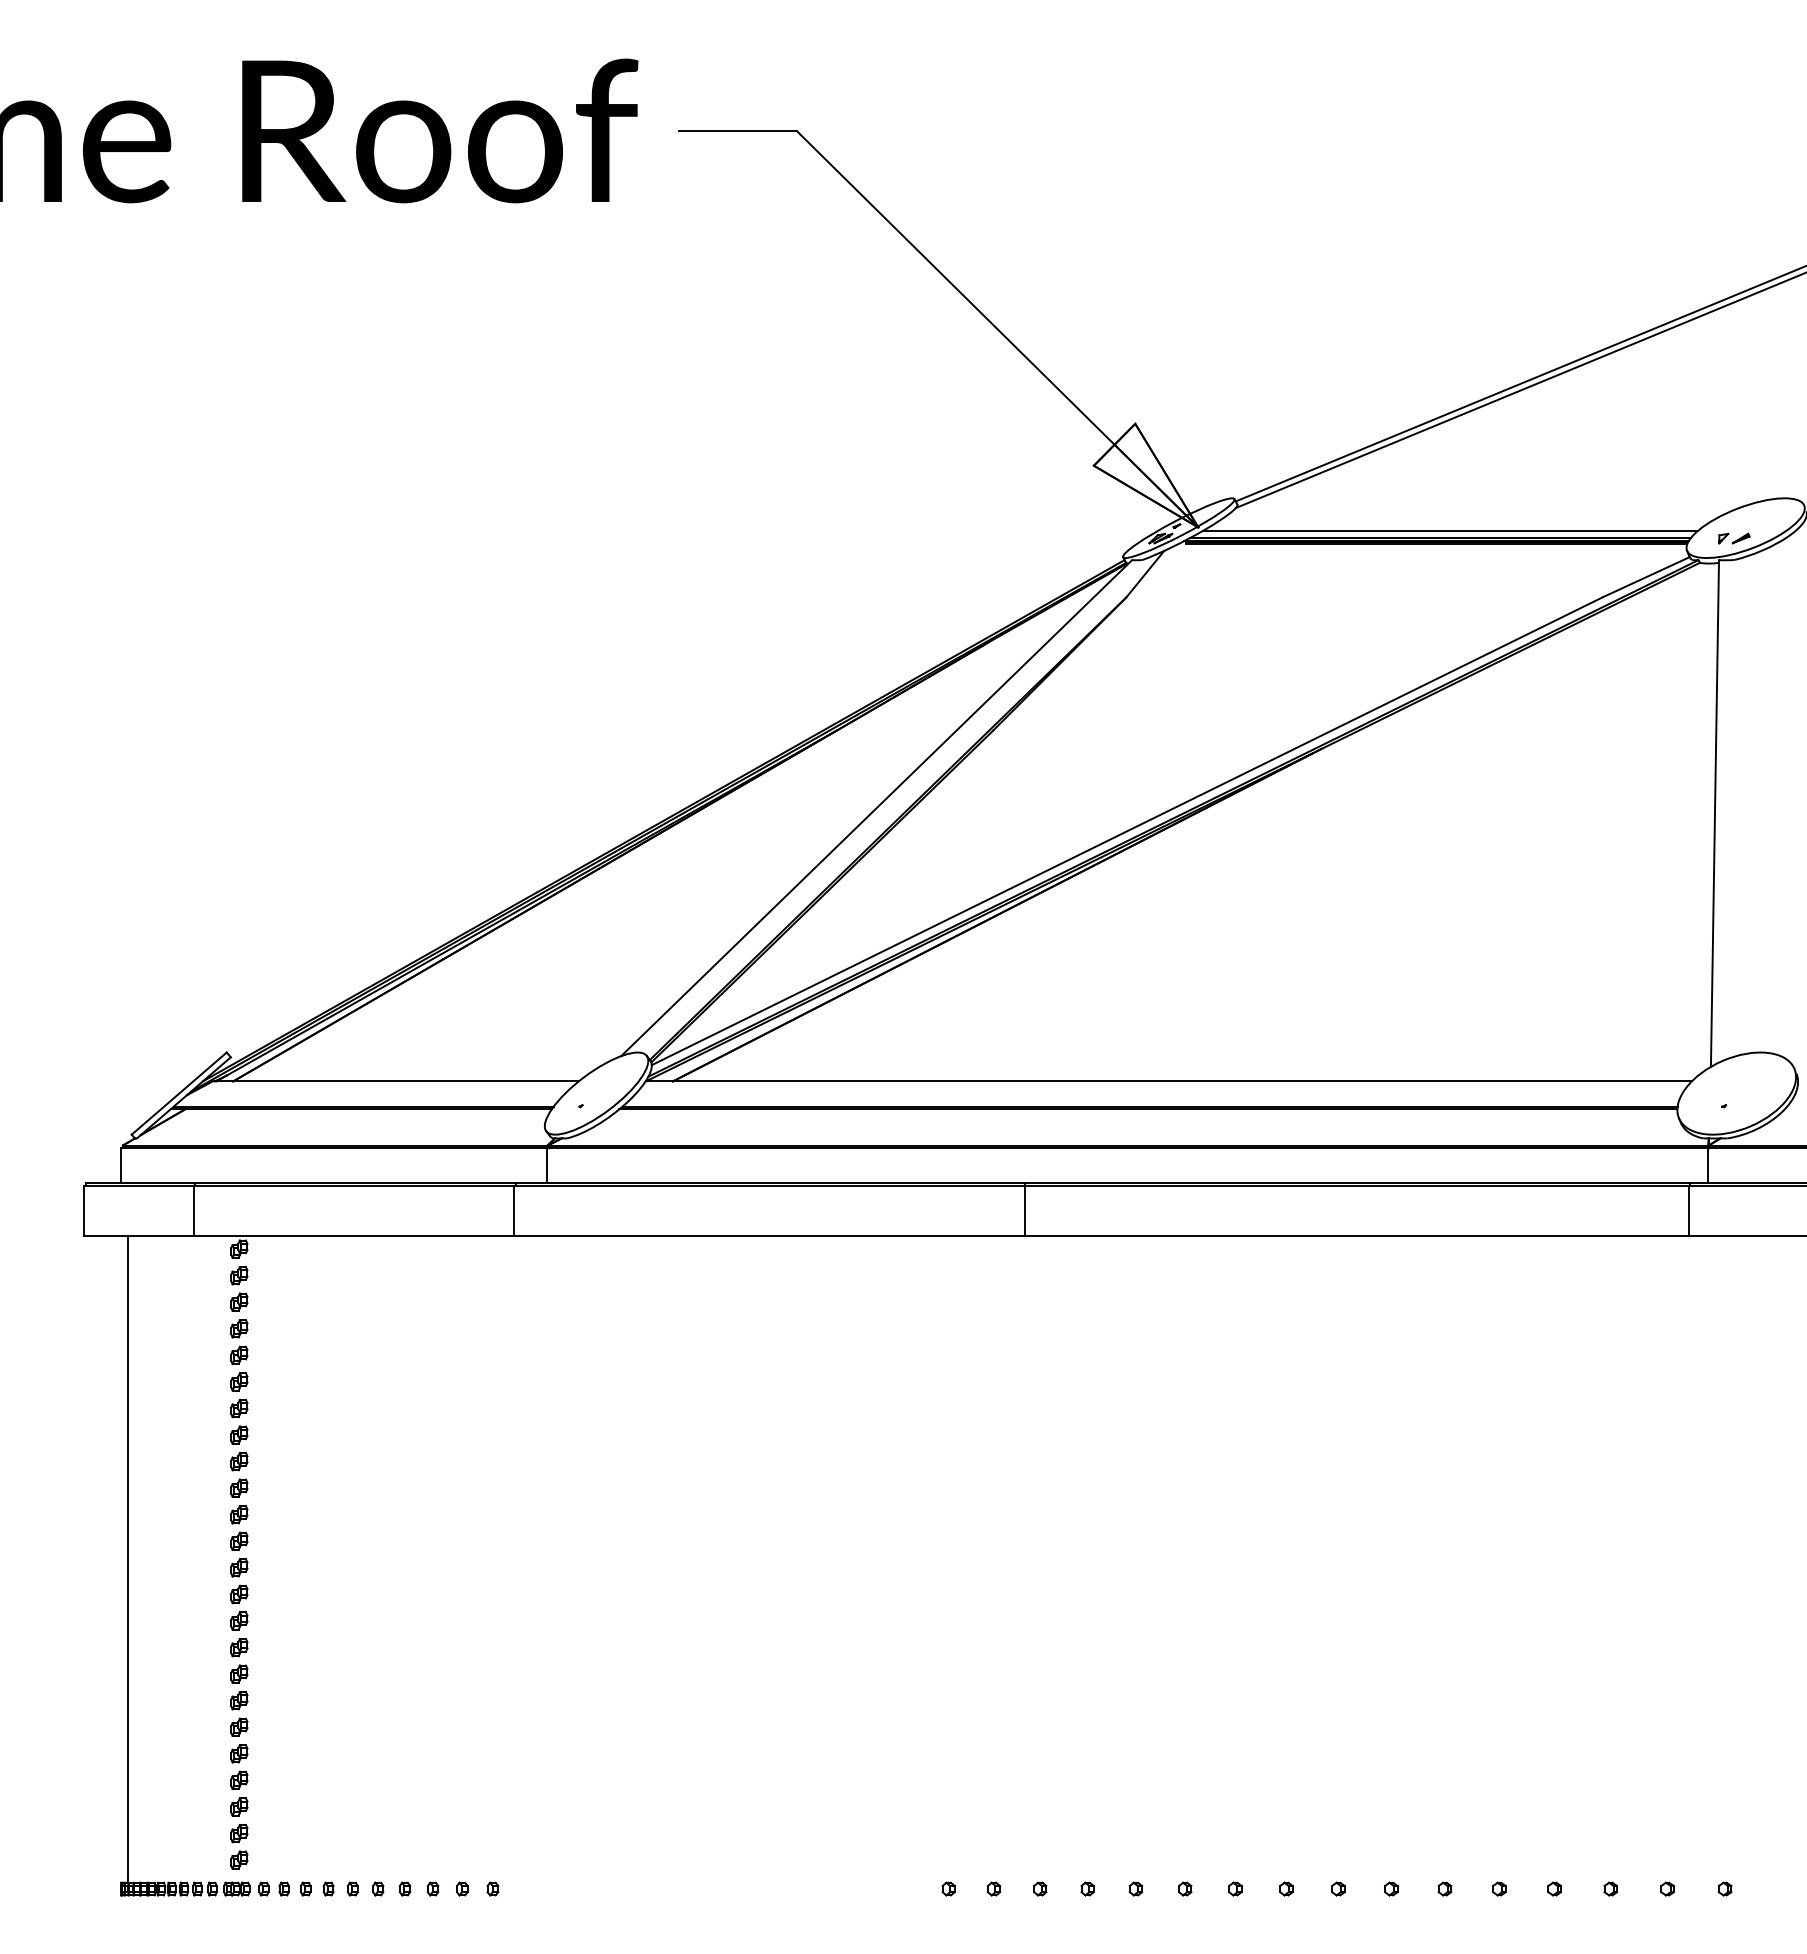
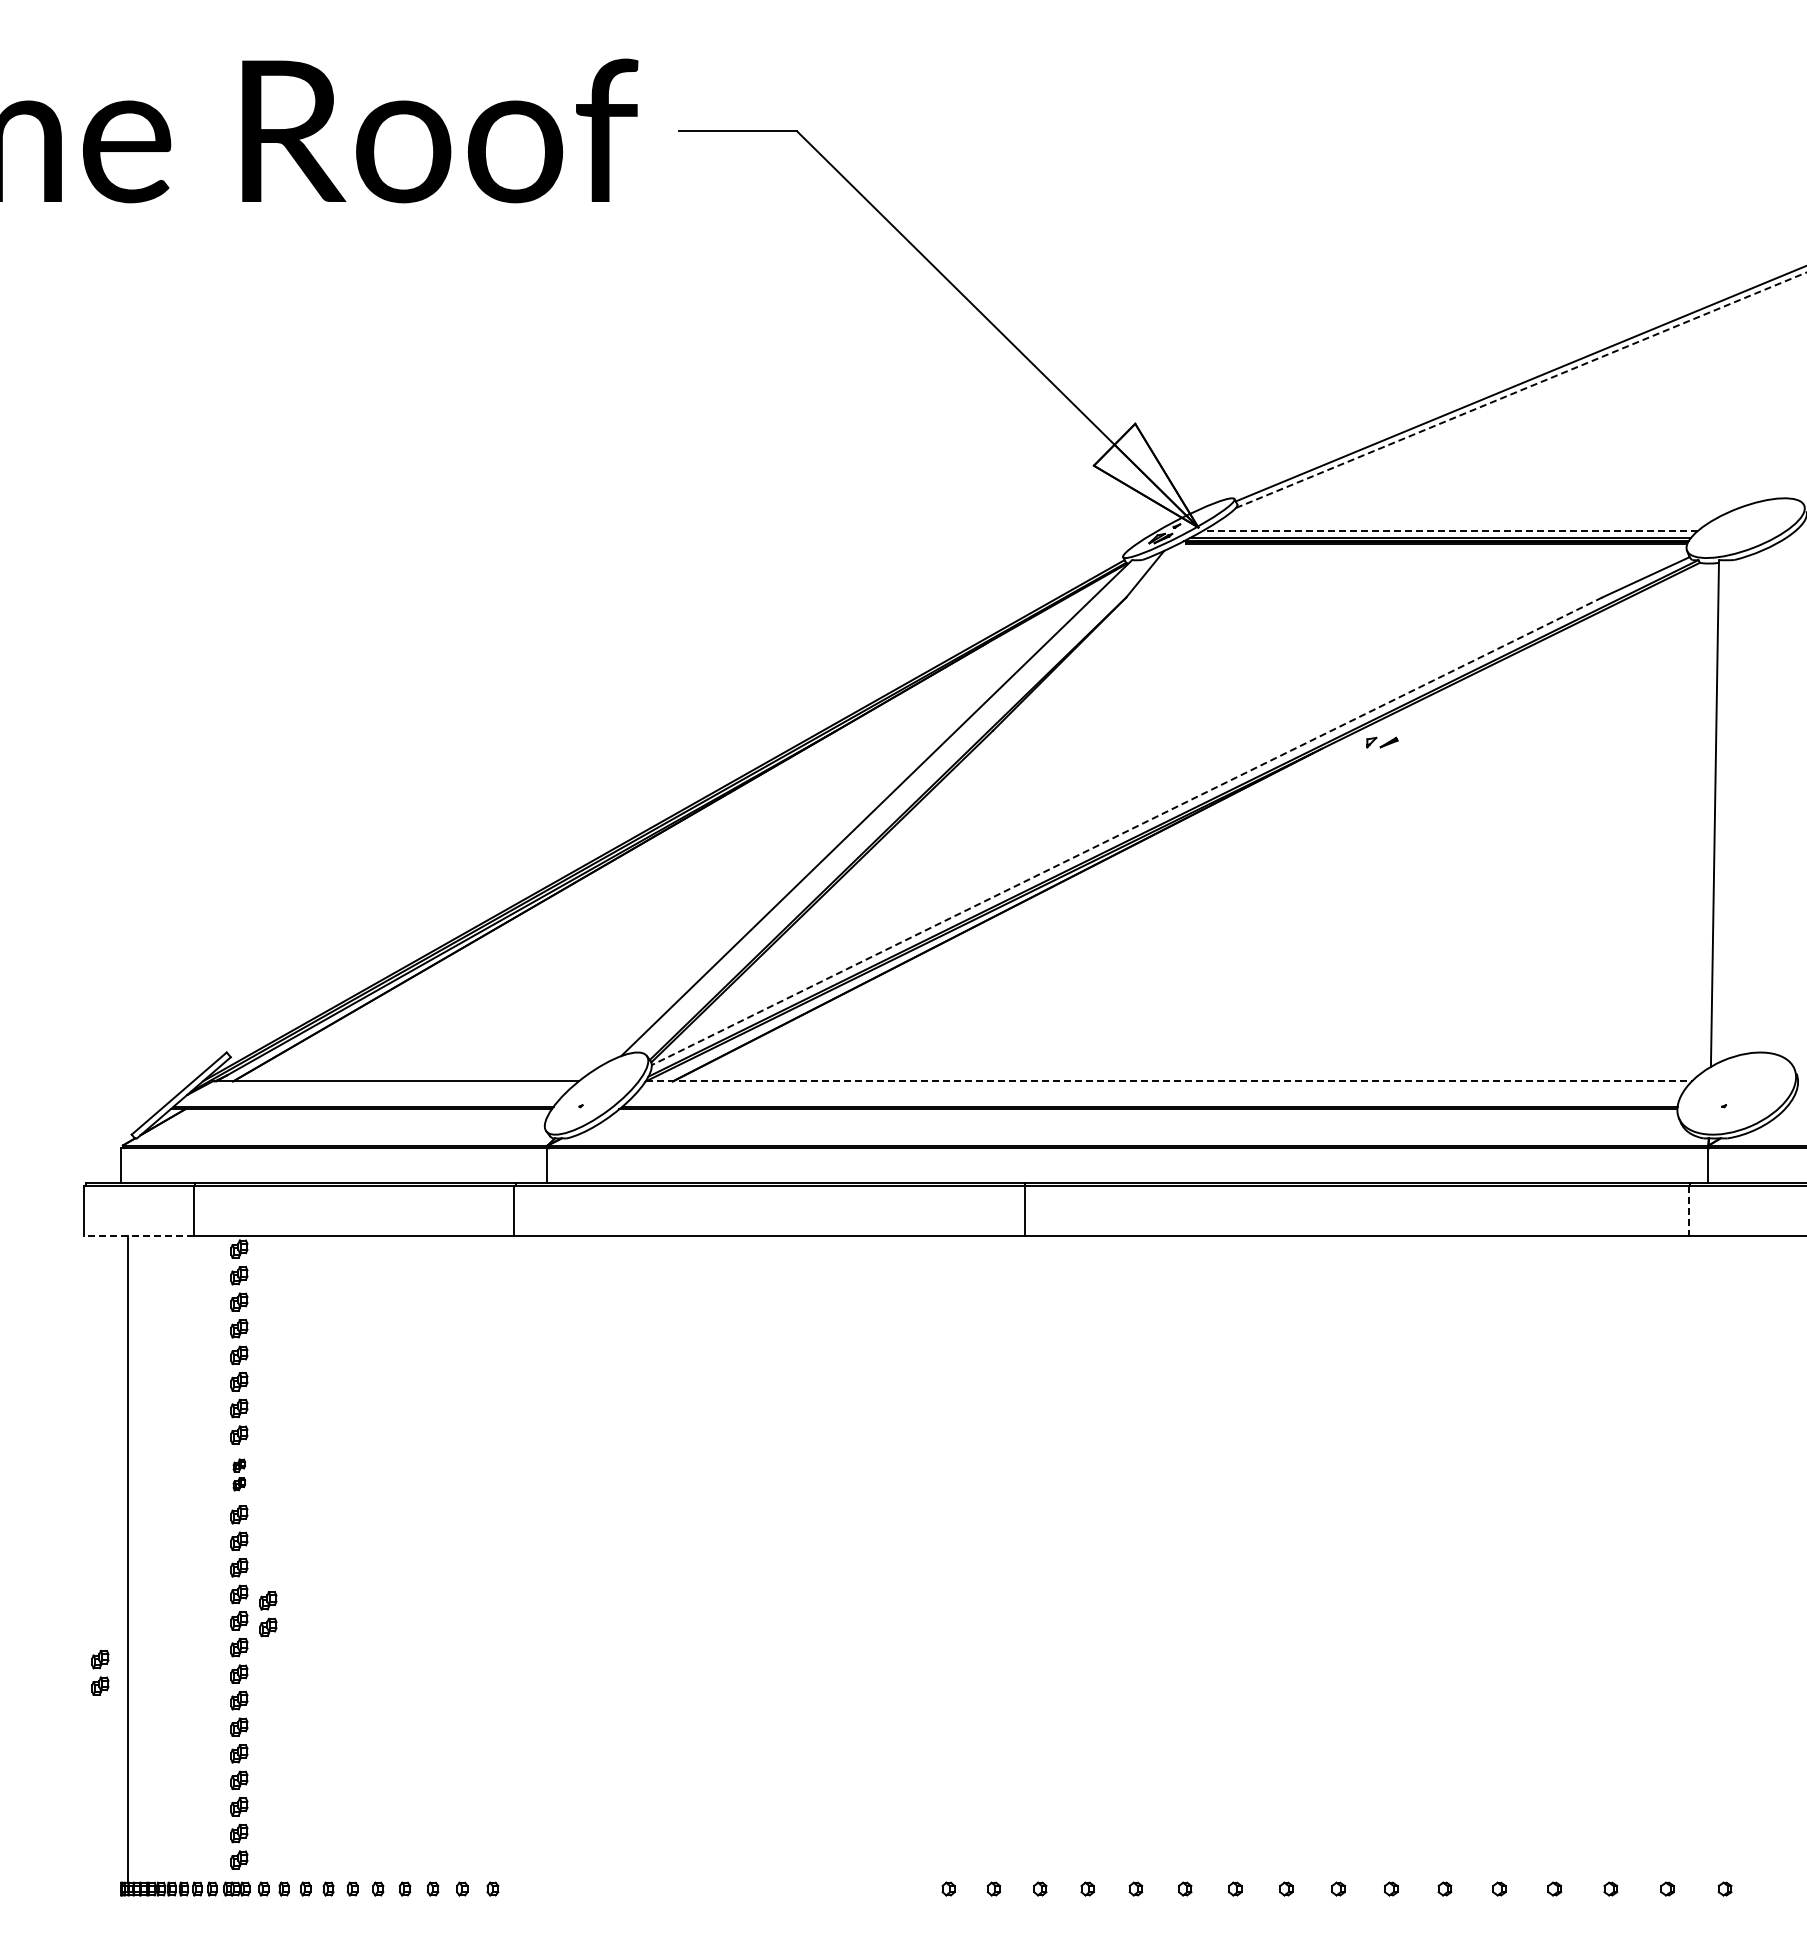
line at (1521, 390): solid -> dashed
line at (1450, 530): solid -> dashed
part at (1734, 538) position: (1734, 538) -> (1382, 742)
line at (1127, 831): solid -> dashed
line at (1169, 1081): solid -> dashed
line at (1689, 1211): solid -> dashed
line at (139, 1236): solid -> dashed
part at (239, 1474) size: 19x46 px -> 15x34 px
part at (268, 1614): none -> present
part at (100, 1672): none -> present
